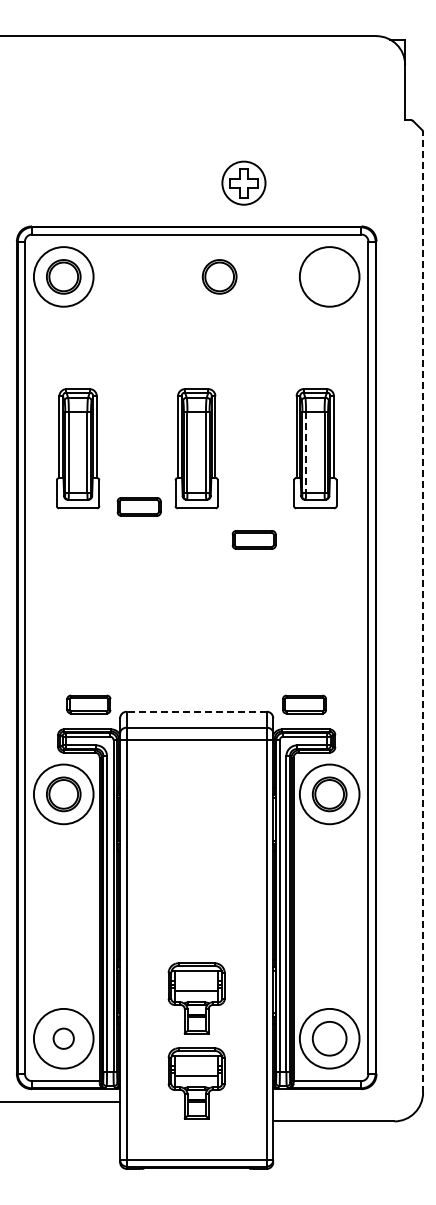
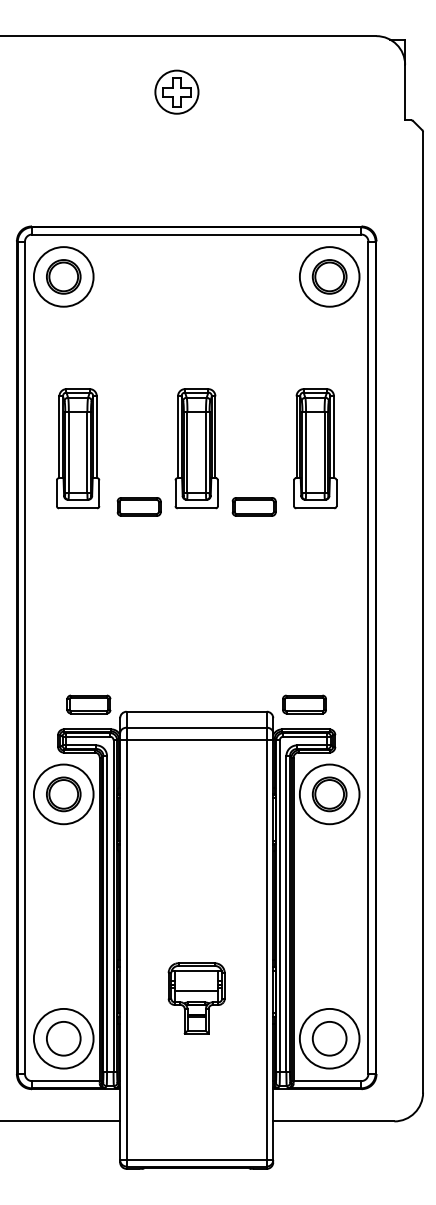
part at (243, 182) position: (243, 182) -> (176, 91)
part at (219, 276) position: (219, 276) -> (329, 276)
line at (306, 452): dashed -> solid
part at (253, 539) position: (253, 539) -> (253, 506)
line at (423, 611): dashed -> solid
line at (196, 711): dashed -> solid
circle at (63, 1038) diameter: 20 px -> 34 px
part at (196, 1083): present -> none
line at (61, 1102) position: (61, 1102) -> (61, 1121)
